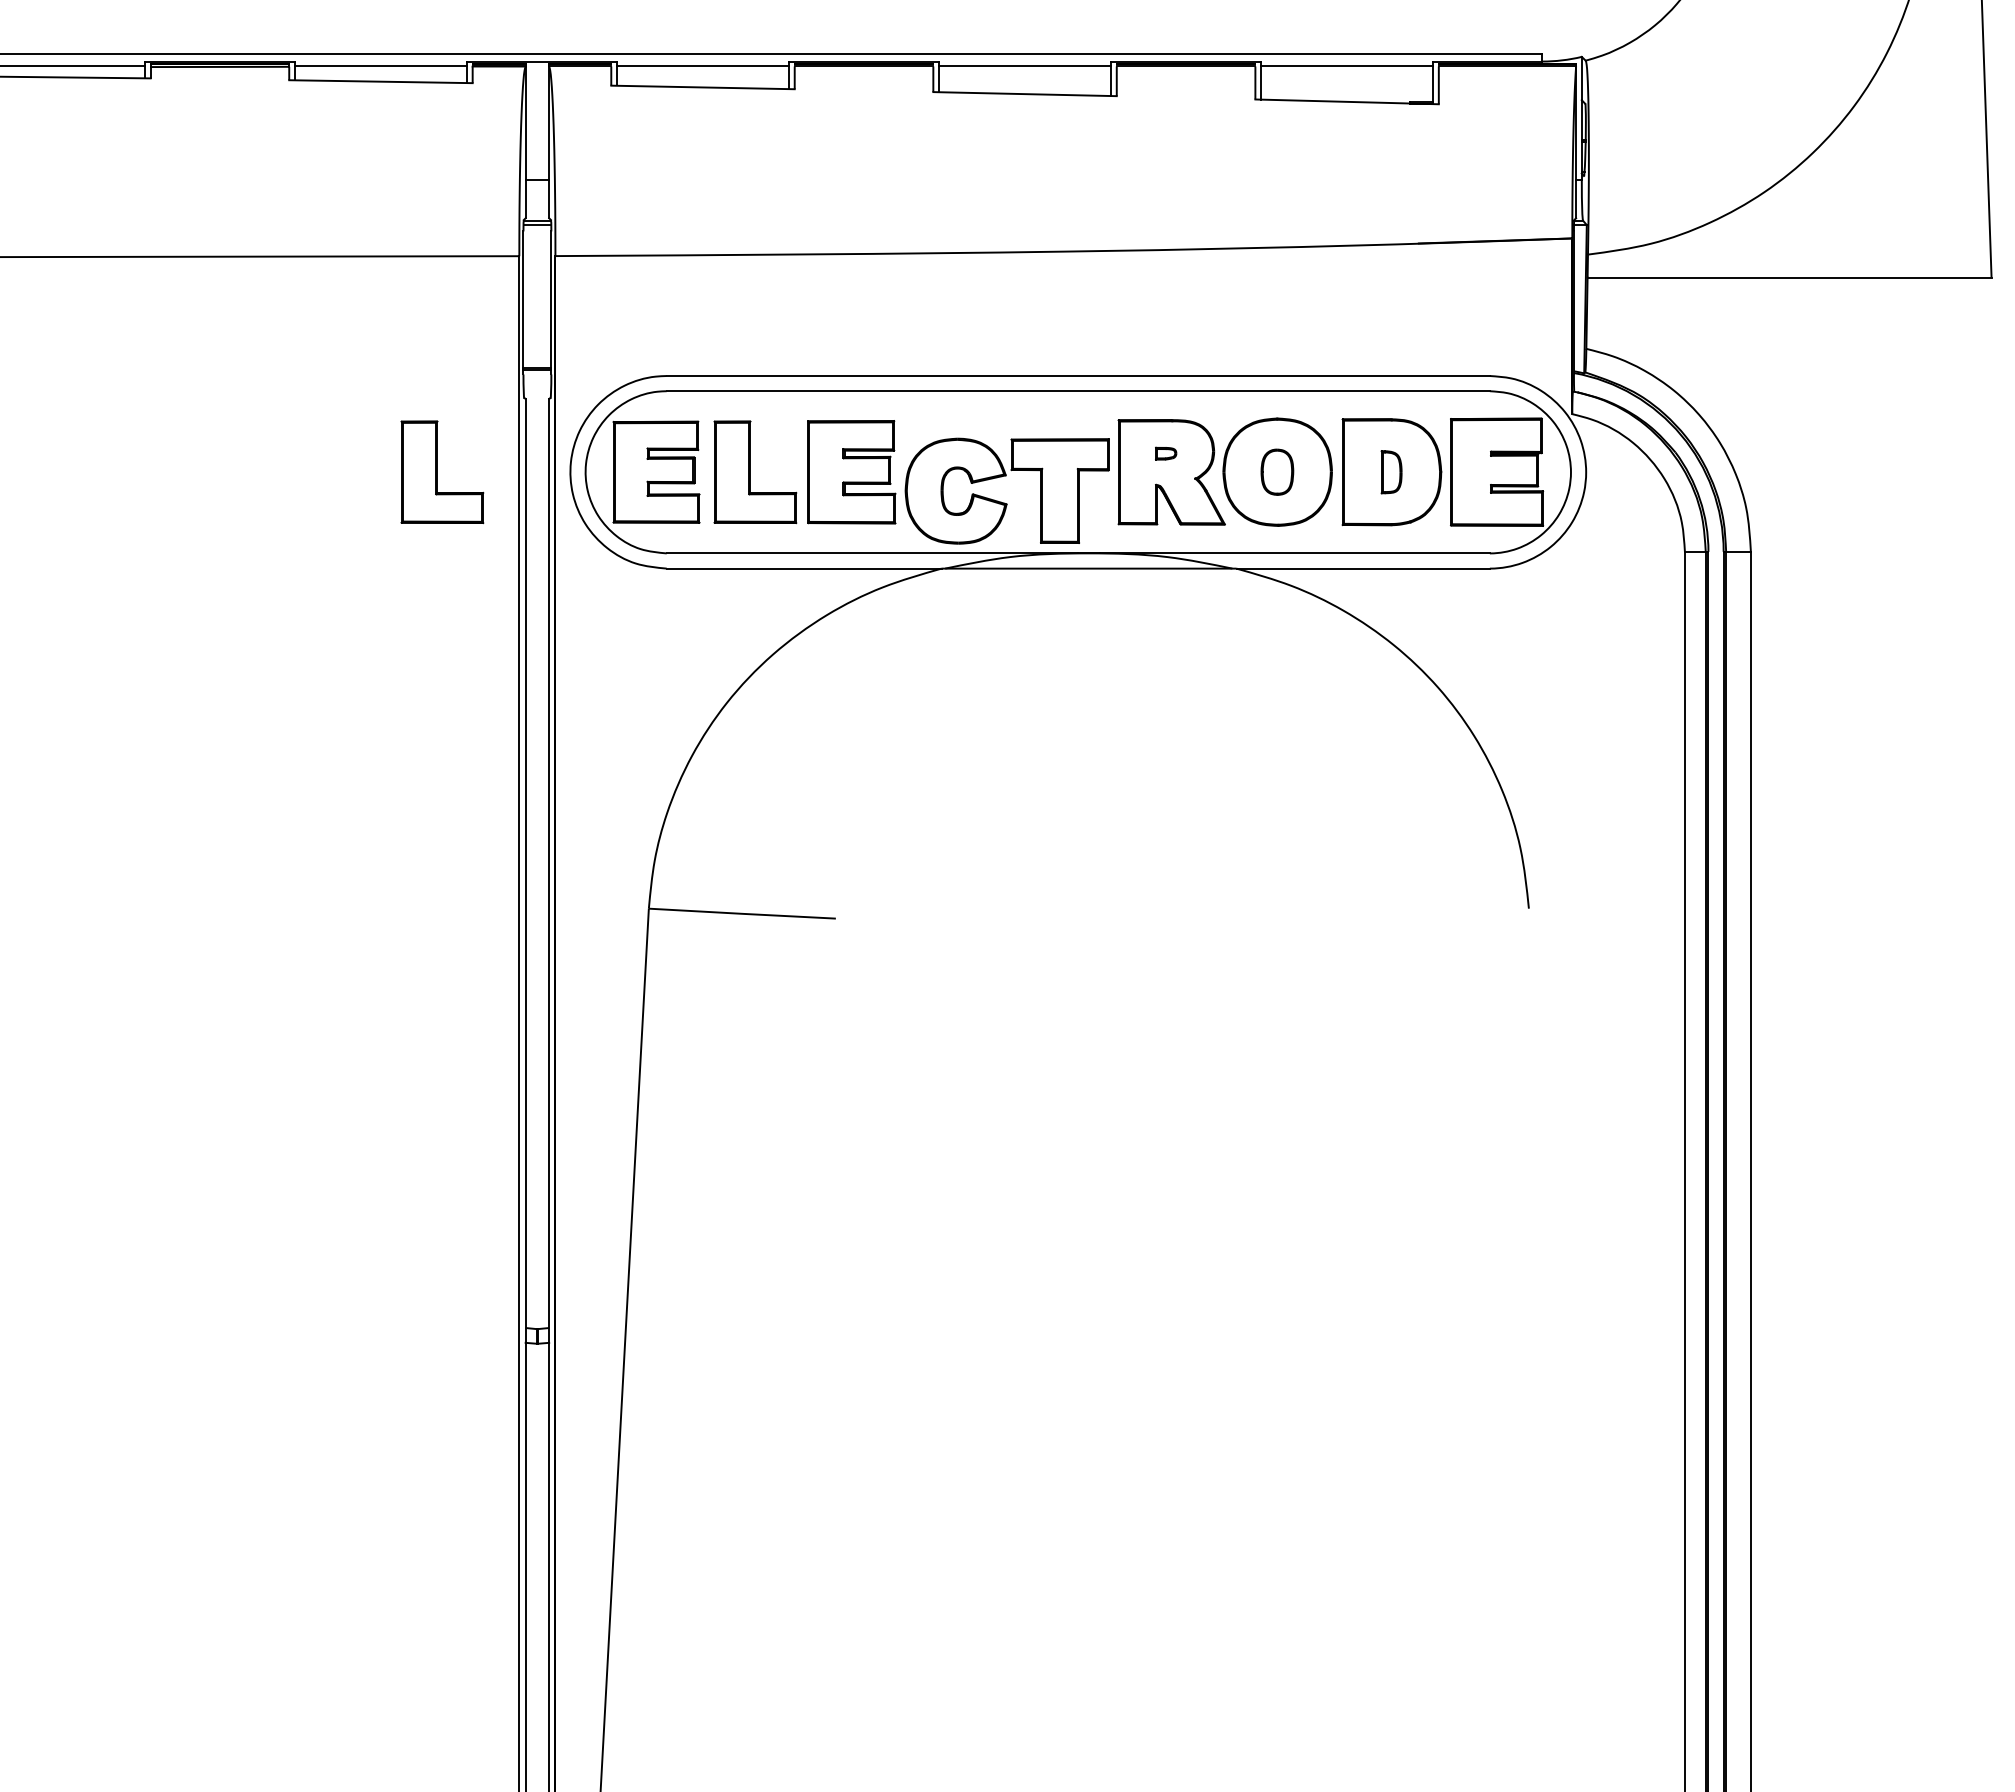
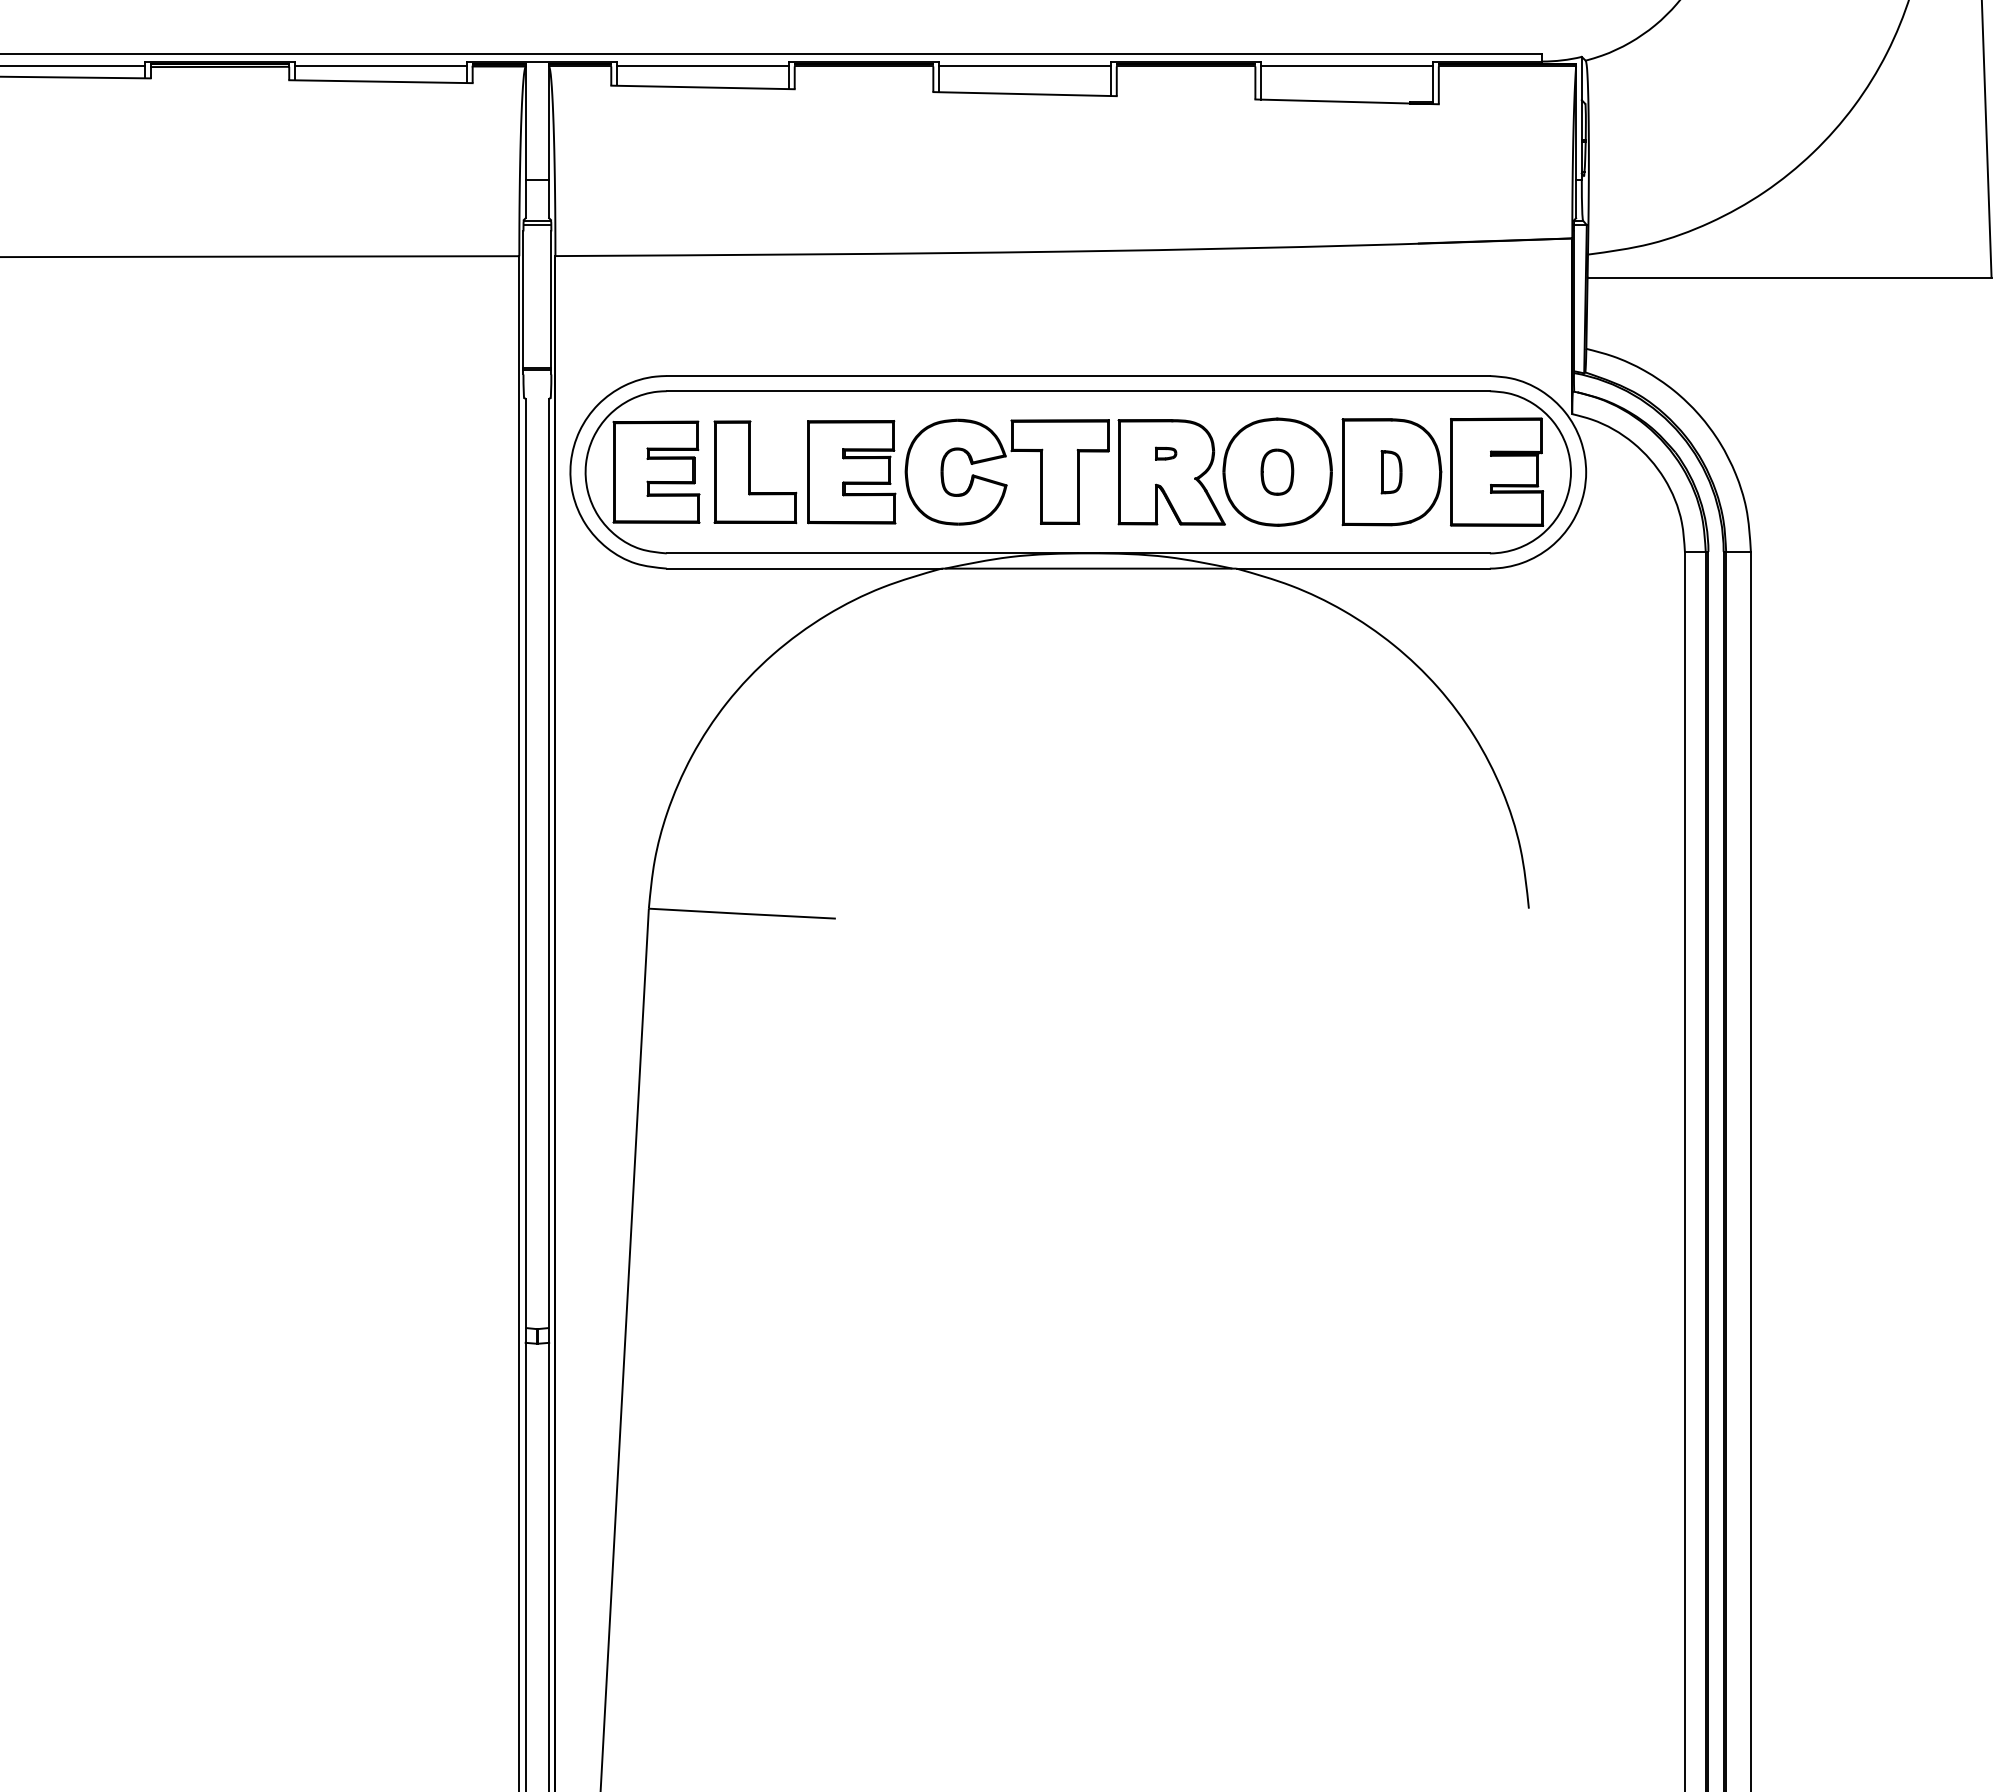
part at (442, 472): present -> none
part at (1001, 501) position: (1001, 501) -> (1001, 482)
